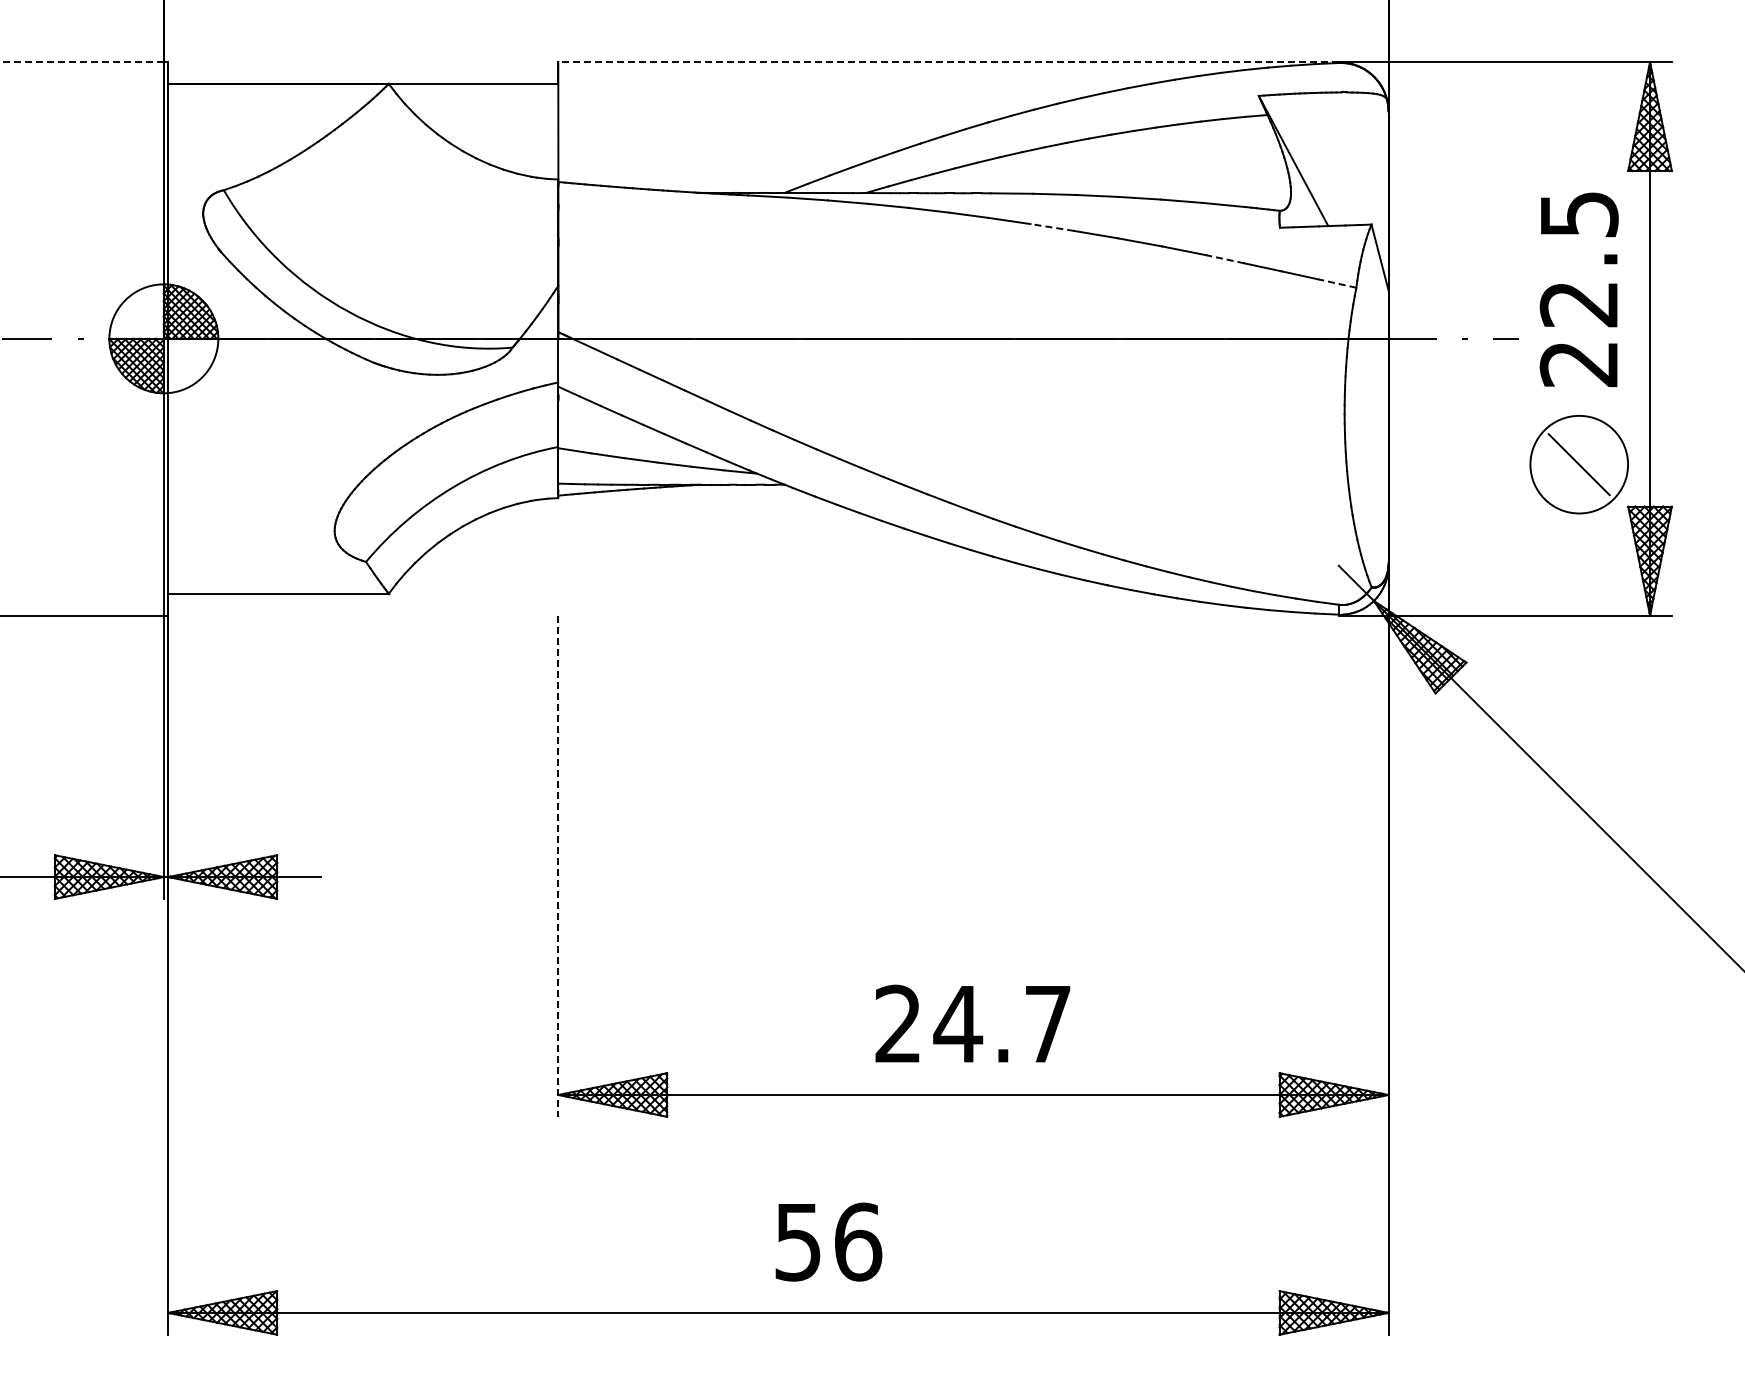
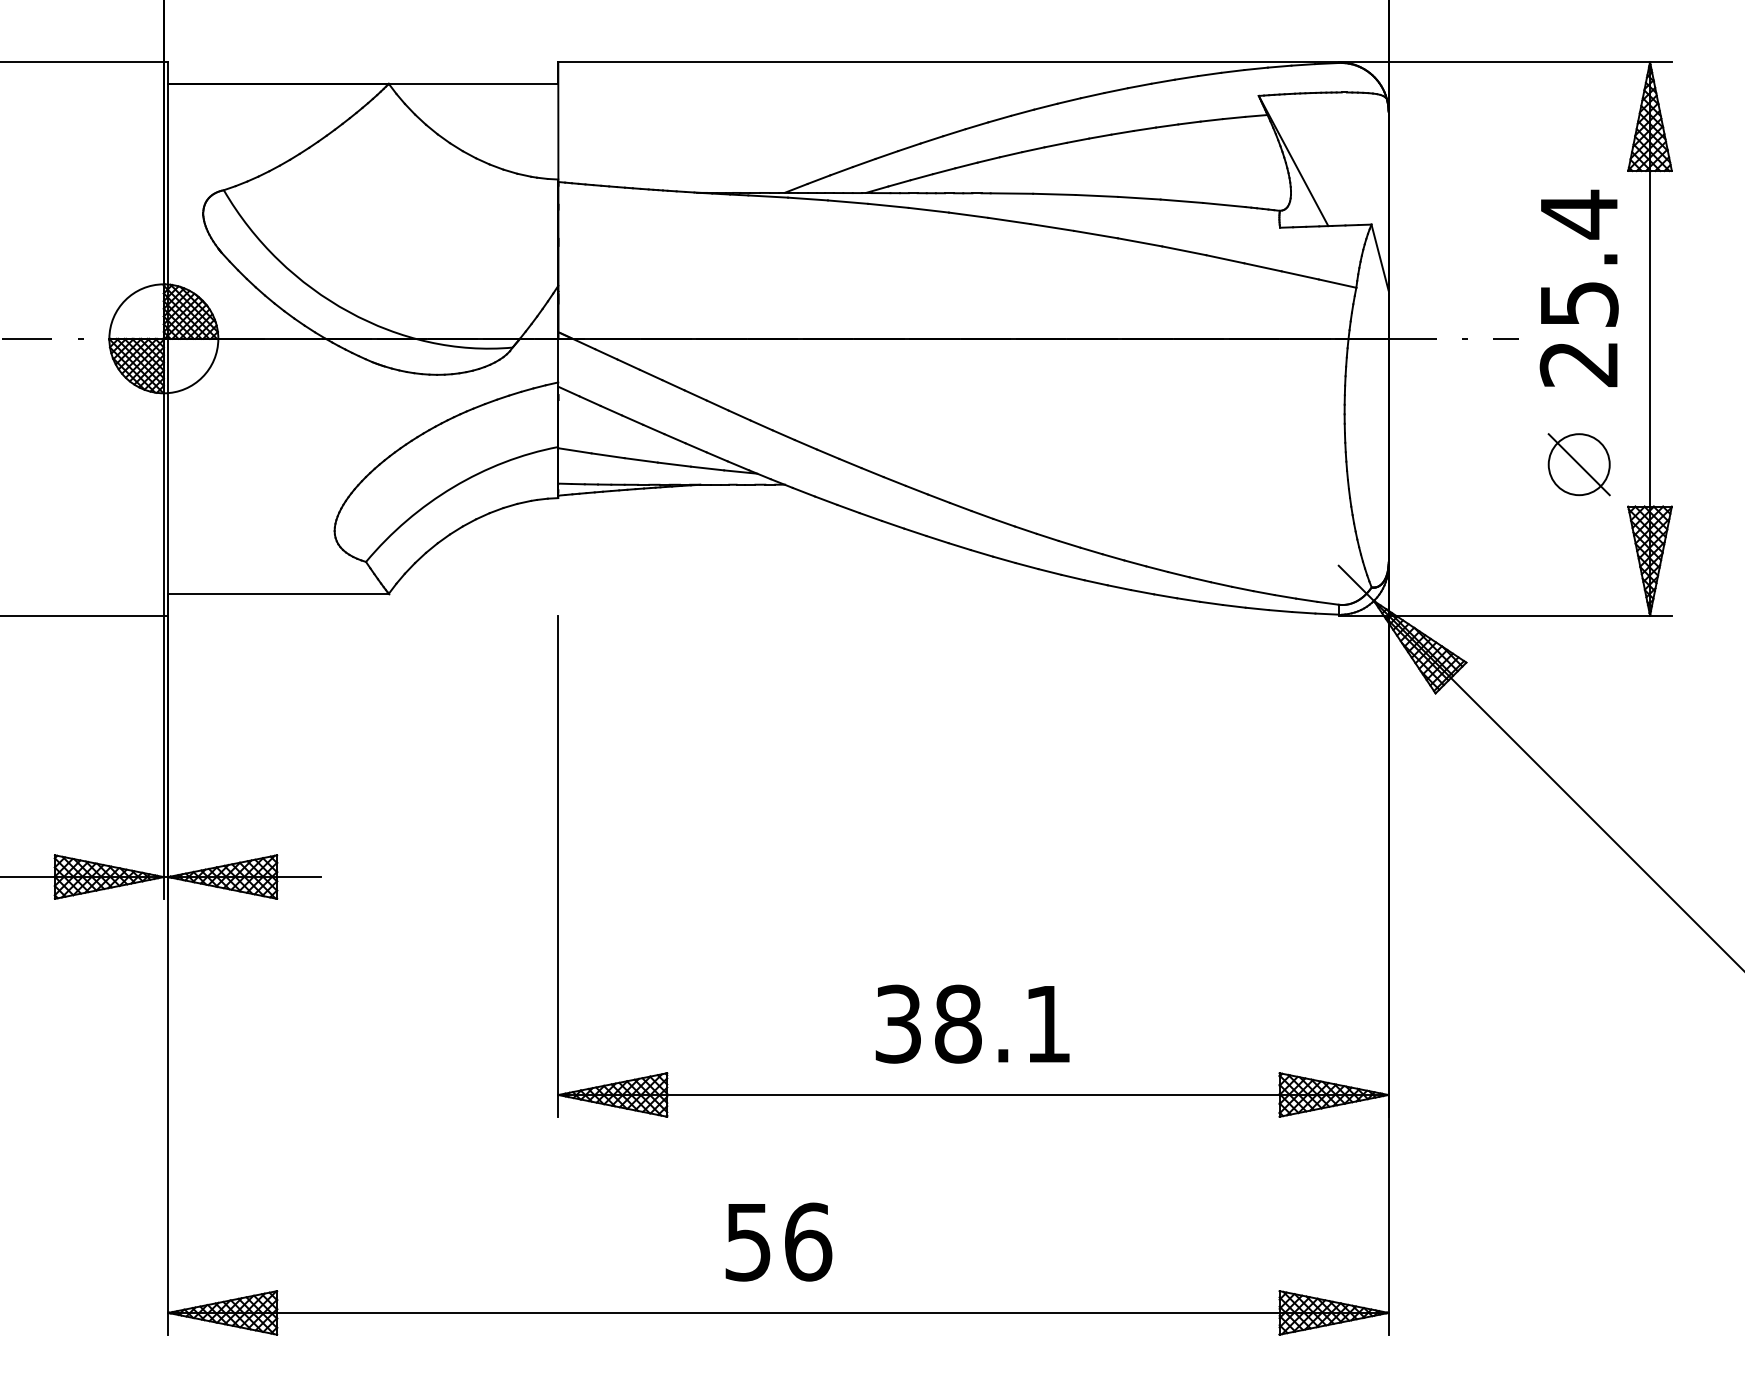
line at (81, 62): dashed -> solid
line at (948, 62): dashed -> solid
line at (1051, 227): dashed -> solid
text at (1578, 258): 22.5 -> 25.4
line at (1224, 259): dashed -> solid
line at (1337, 283): dashed -> solid
circle at (1579, 464) diameter: 98 px -> 61 px
line at (558, 866): dashed -> solid
text at (972, 1023): 24.7 -> 38.1
text at (828, 1241) position: (828, 1241) -> (778, 1241)
